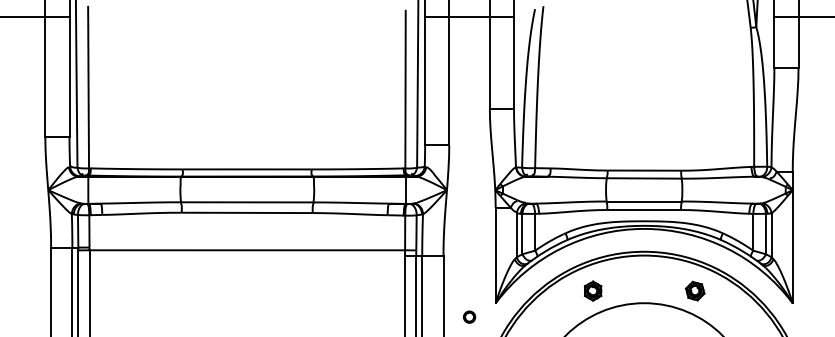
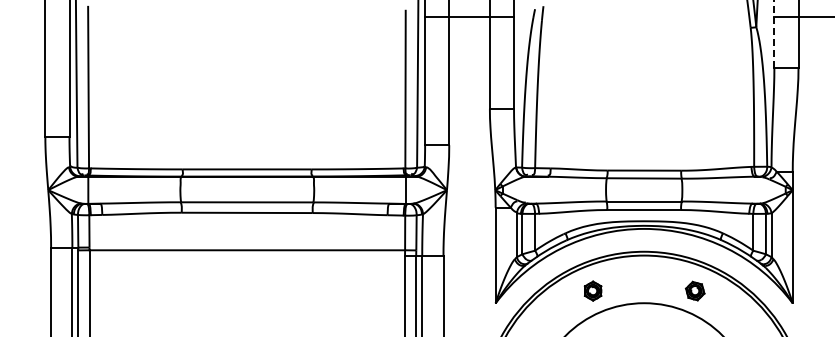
line at (35, 17): present -> none
line at (774, 33): solid -> dashed
part at (469, 316): present -> none
